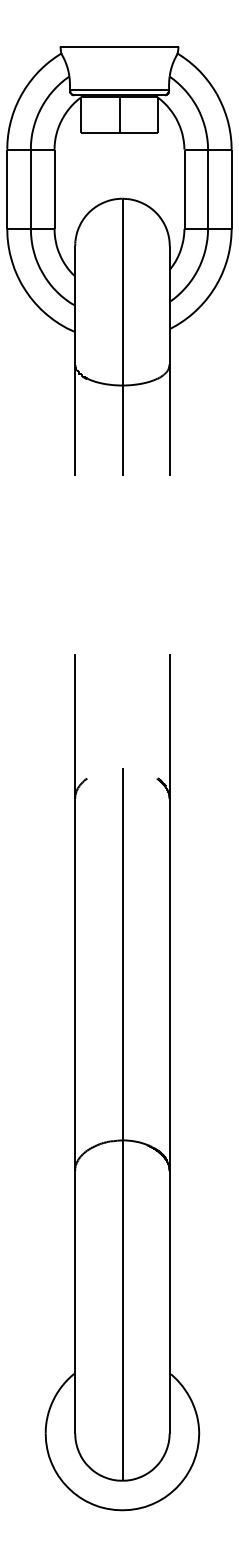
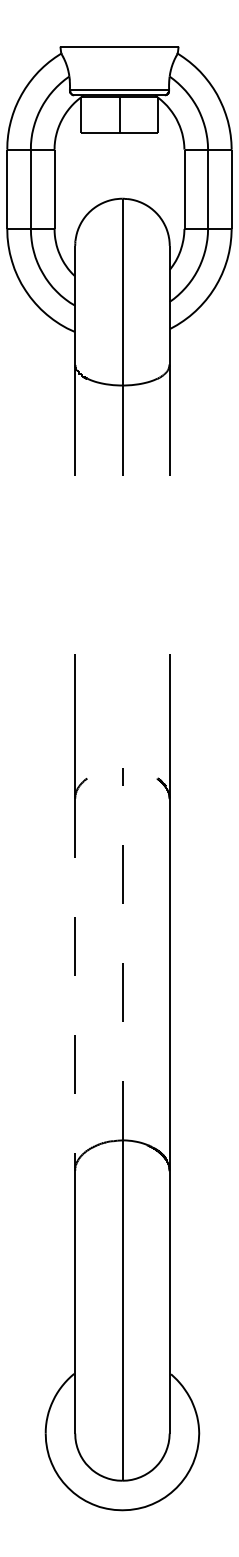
line at (122, 953): solid -> dashed
line at (75, 985): solid -> dashed
